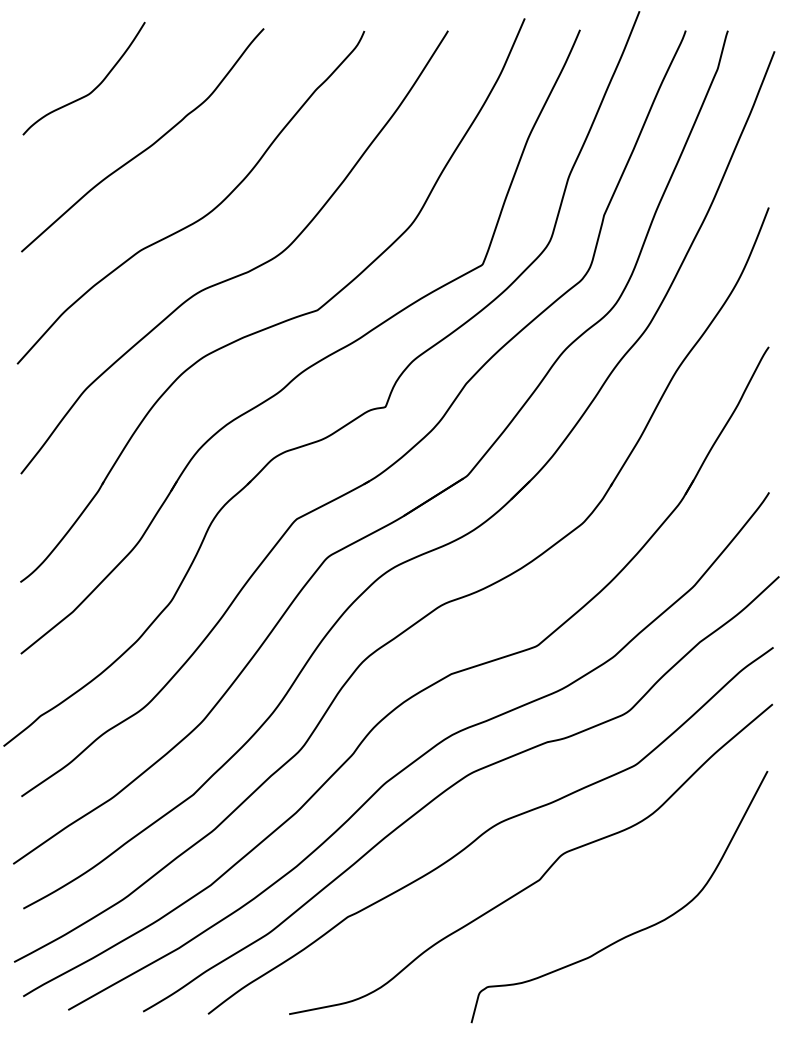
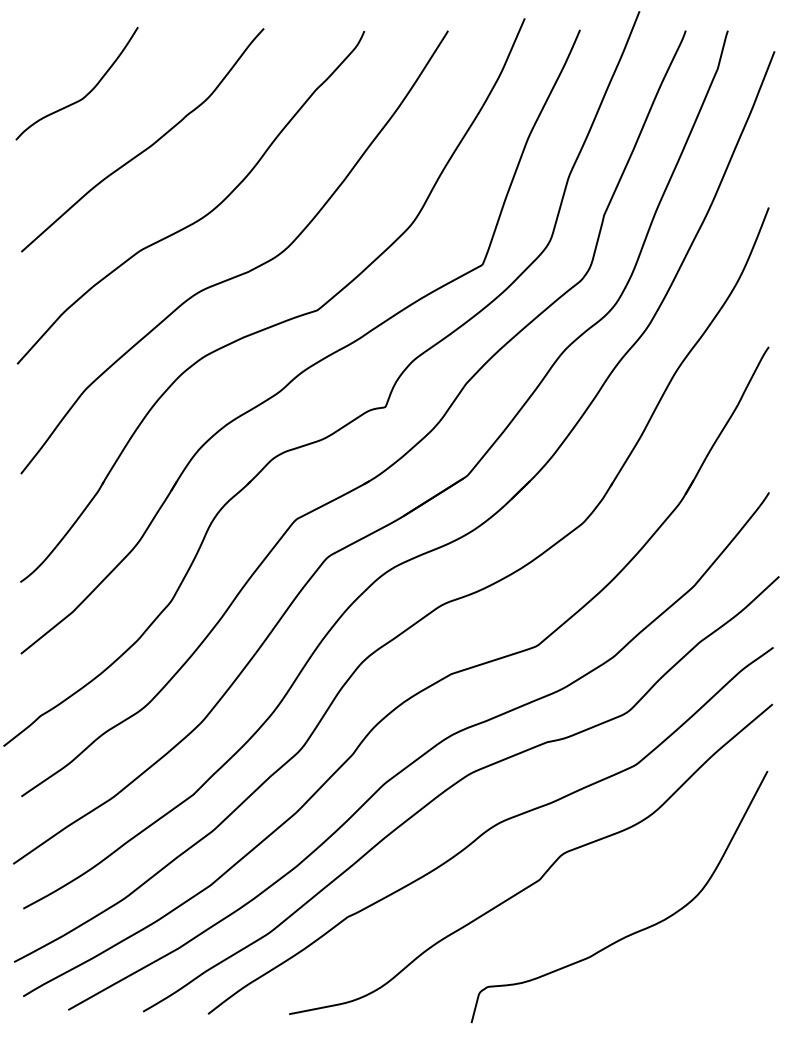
curve at (90, 91) position: (90, 91) -> (83, 96)
